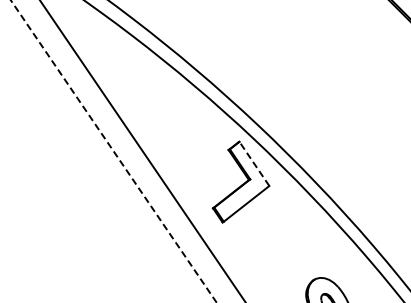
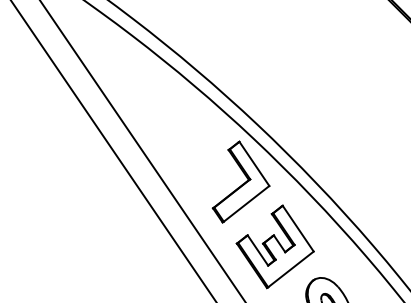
line at (113, 151): dashed -> solid
line at (254, 163): dashed -> solid
part at (274, 246): none -> present
